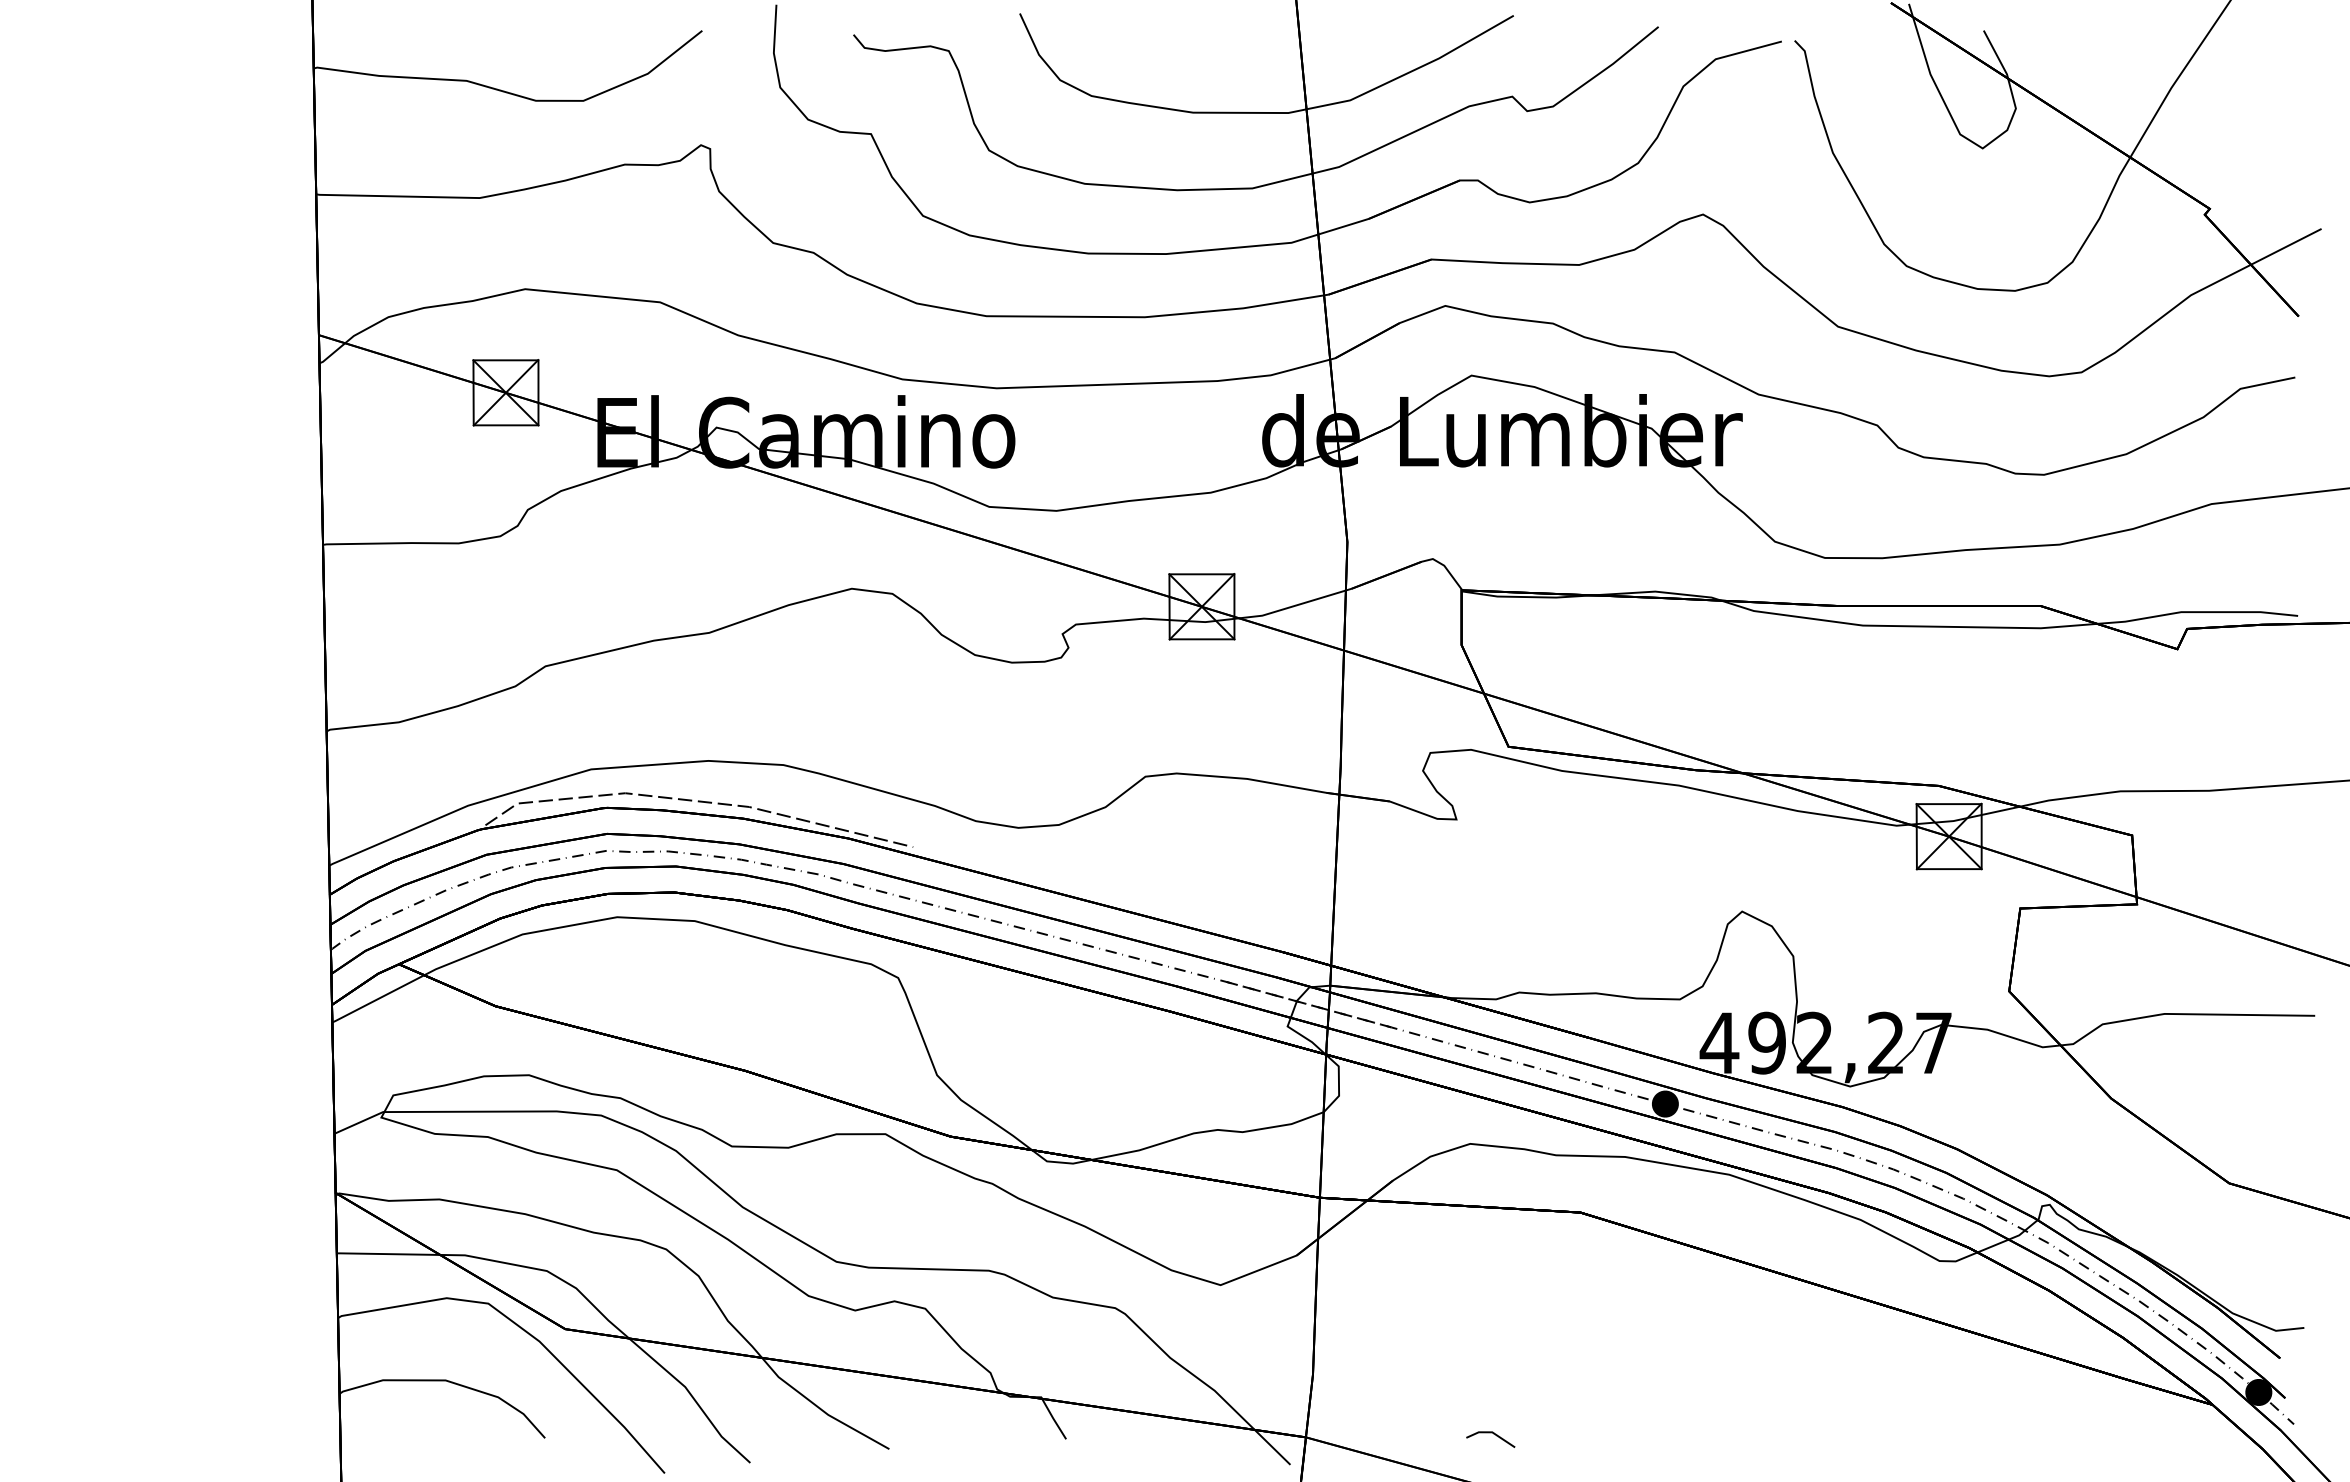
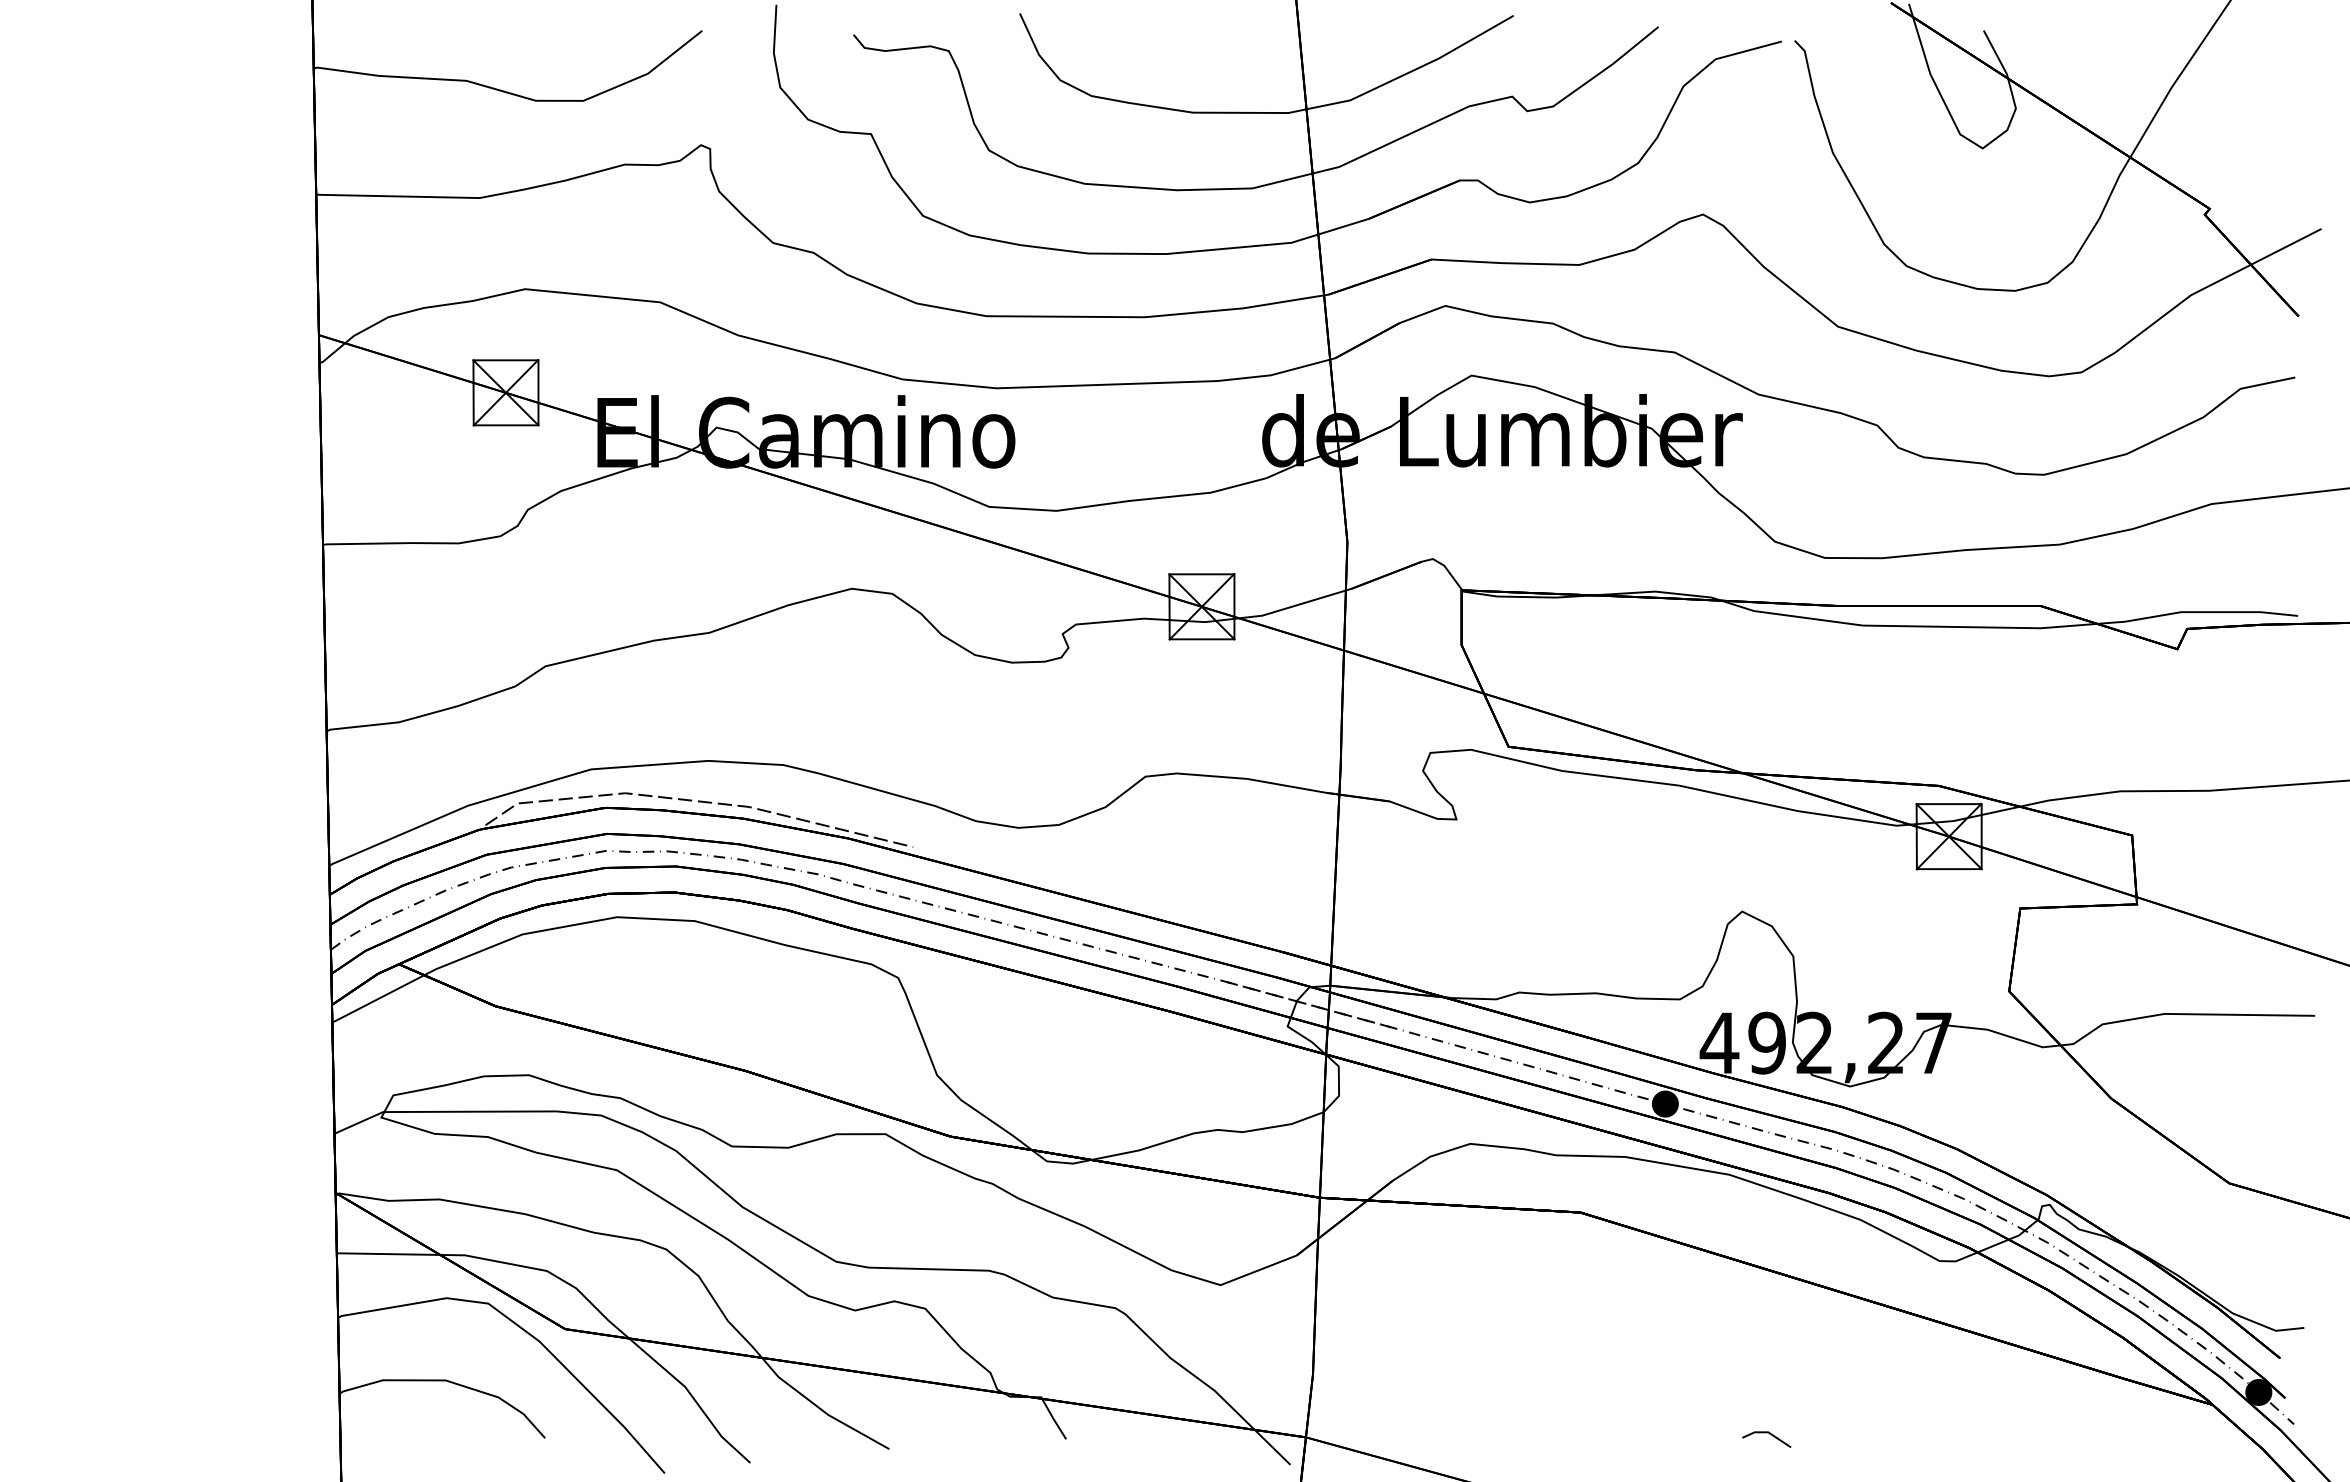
line at (1493, 1434) position: (1493, 1434) -> (1769, 1434)
